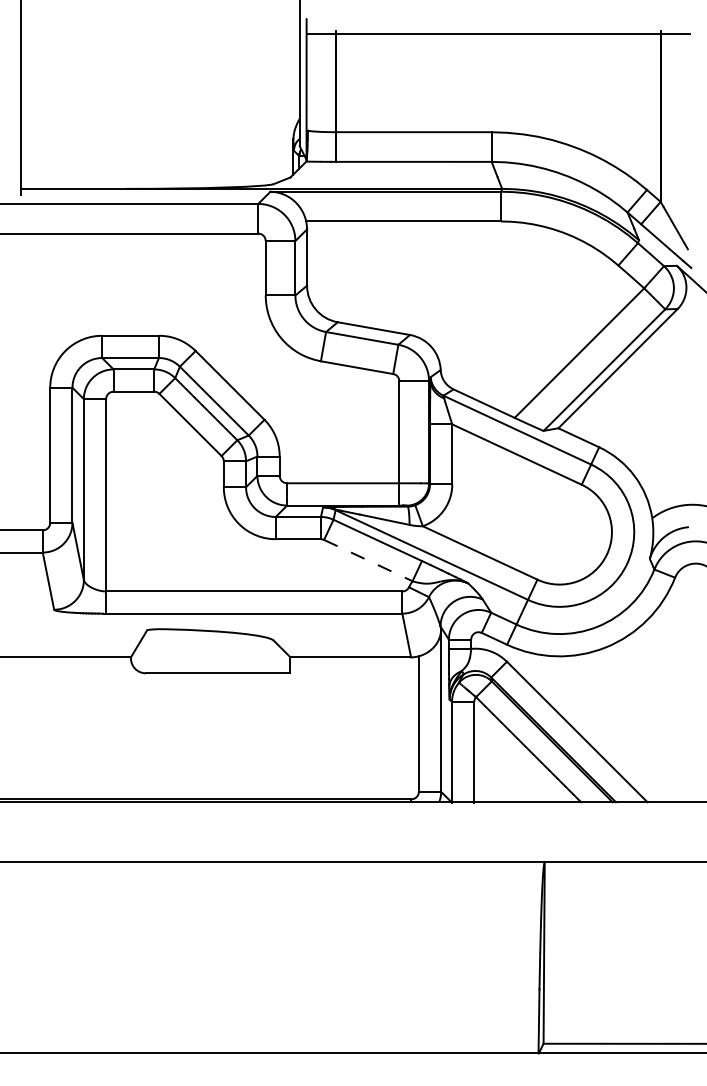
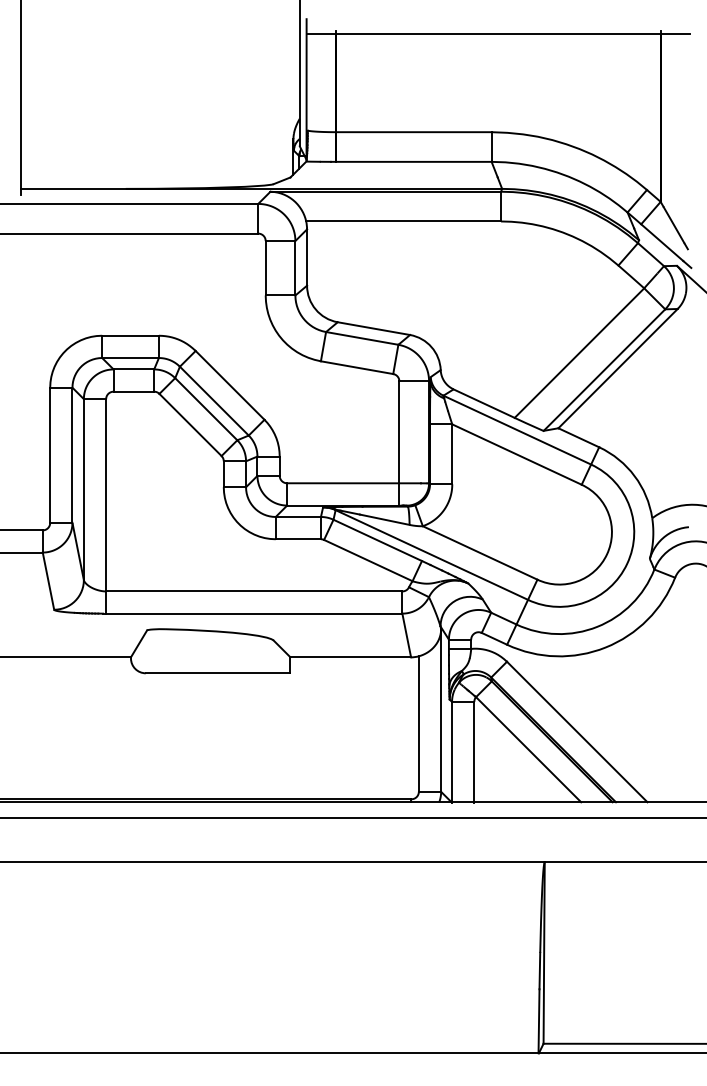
line at (368, 560): dashed -> solid
line at (352, 818): none -> present
